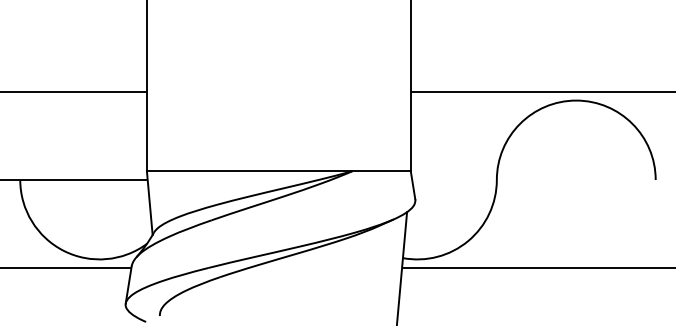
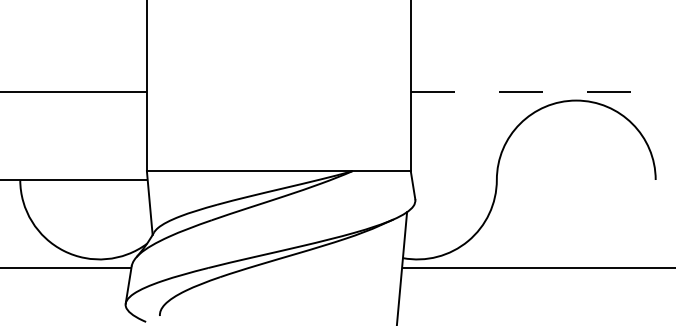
line at (543, 91): solid -> dashed
